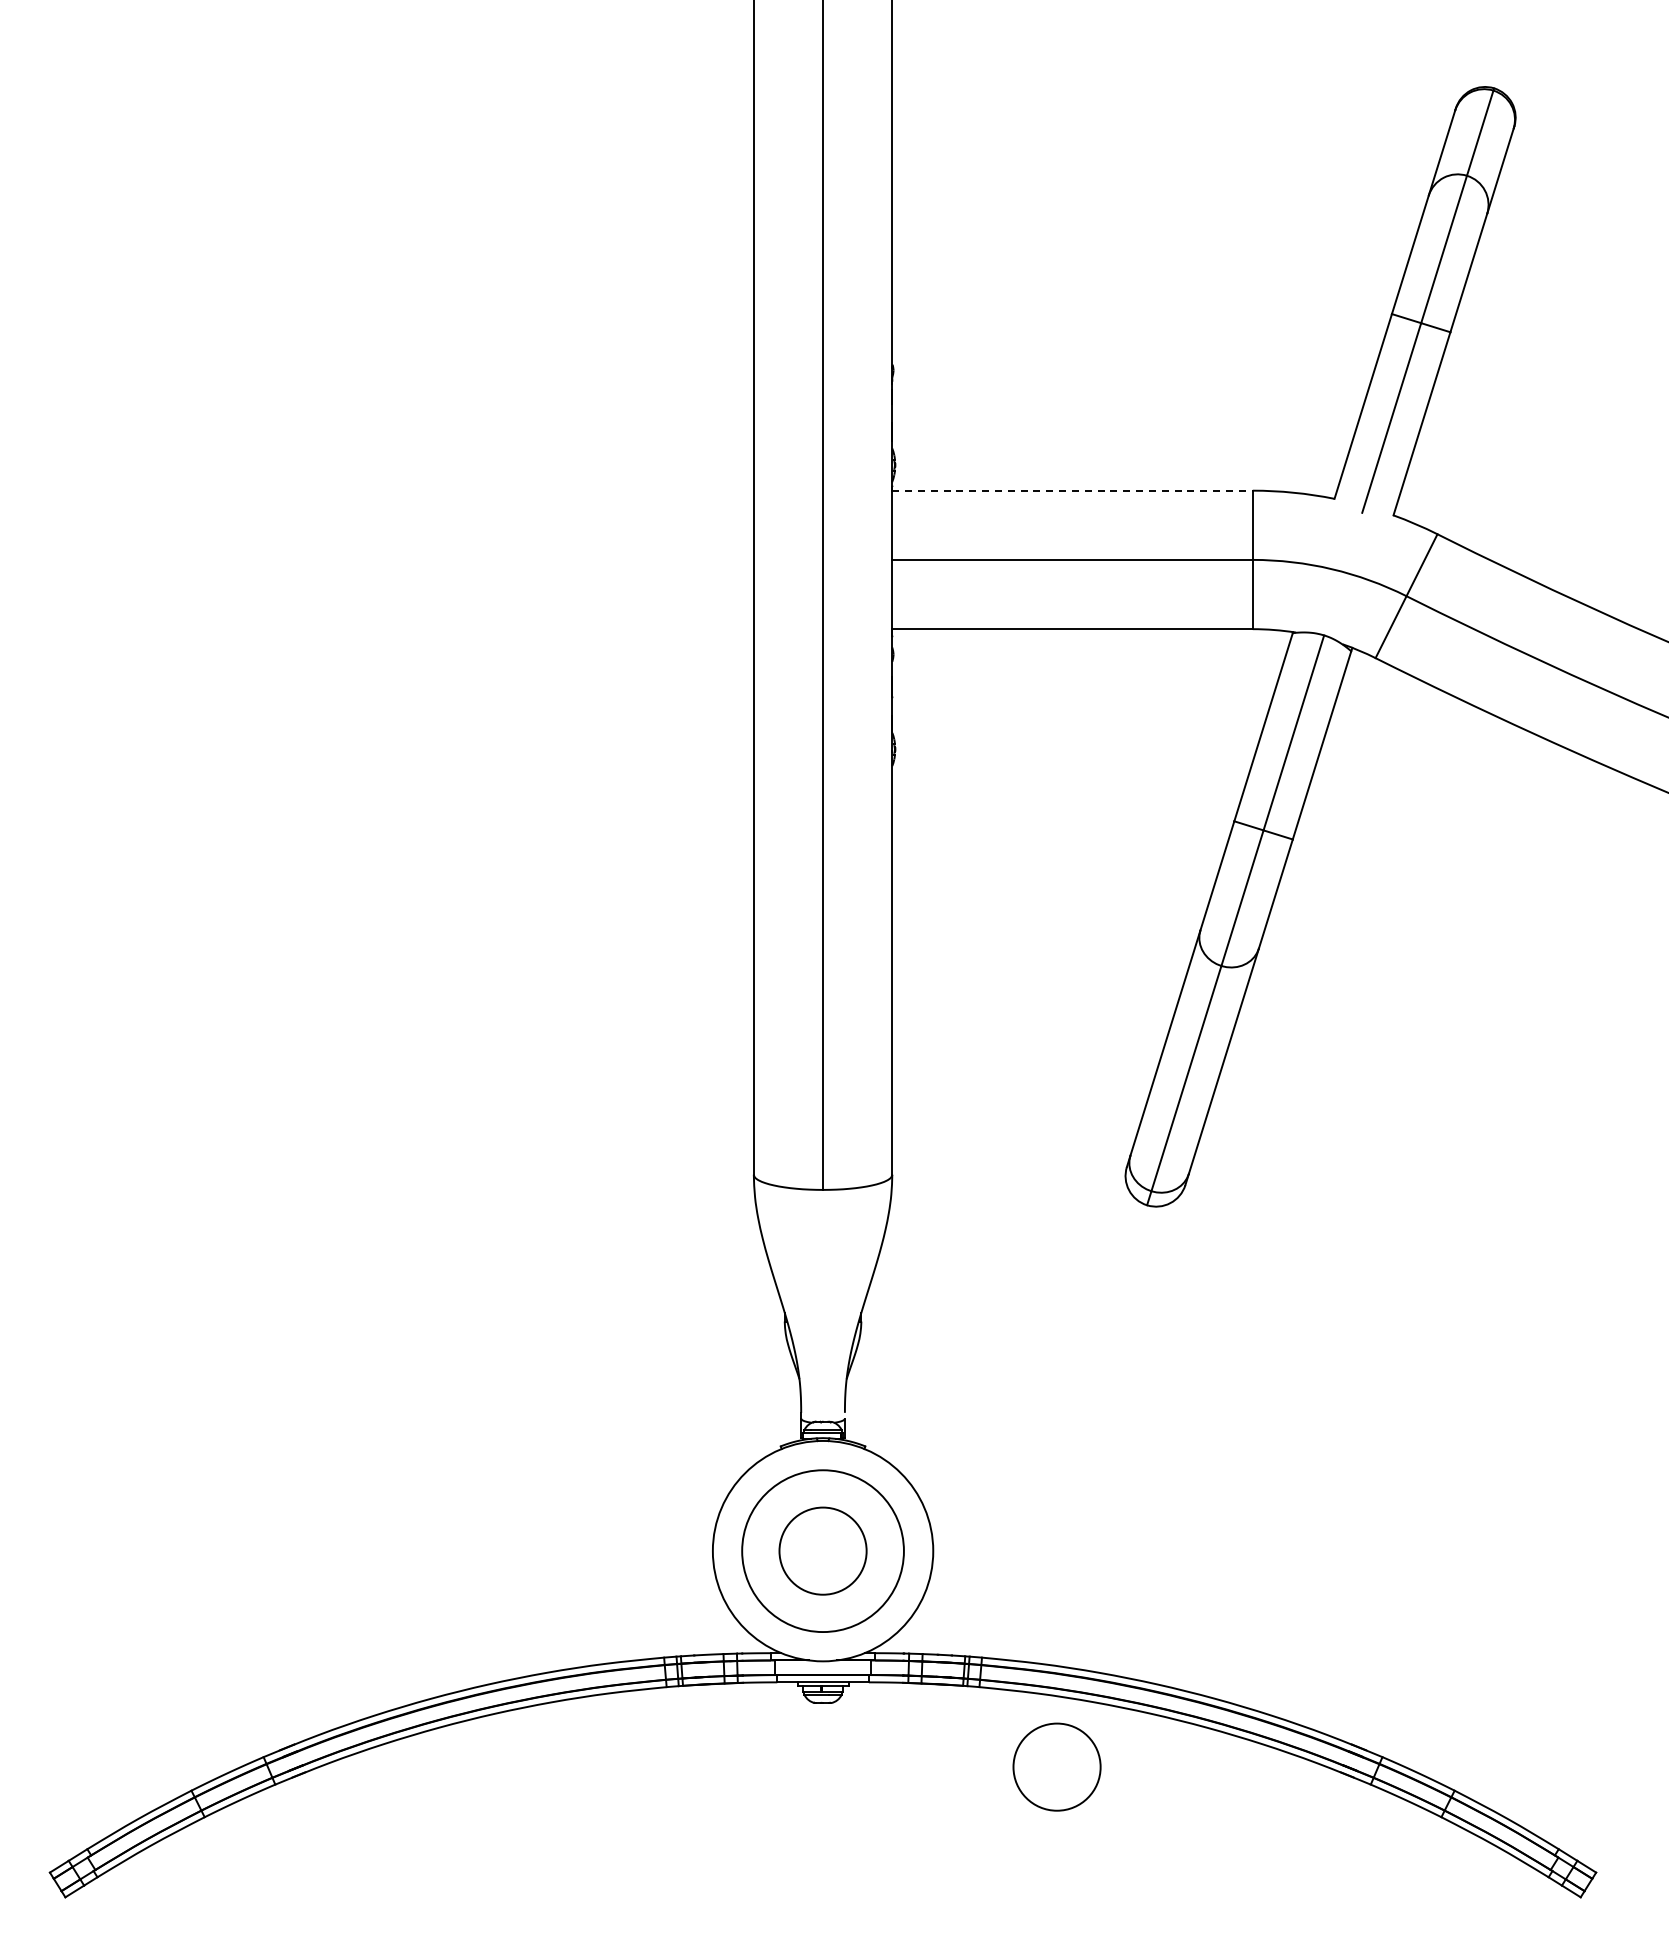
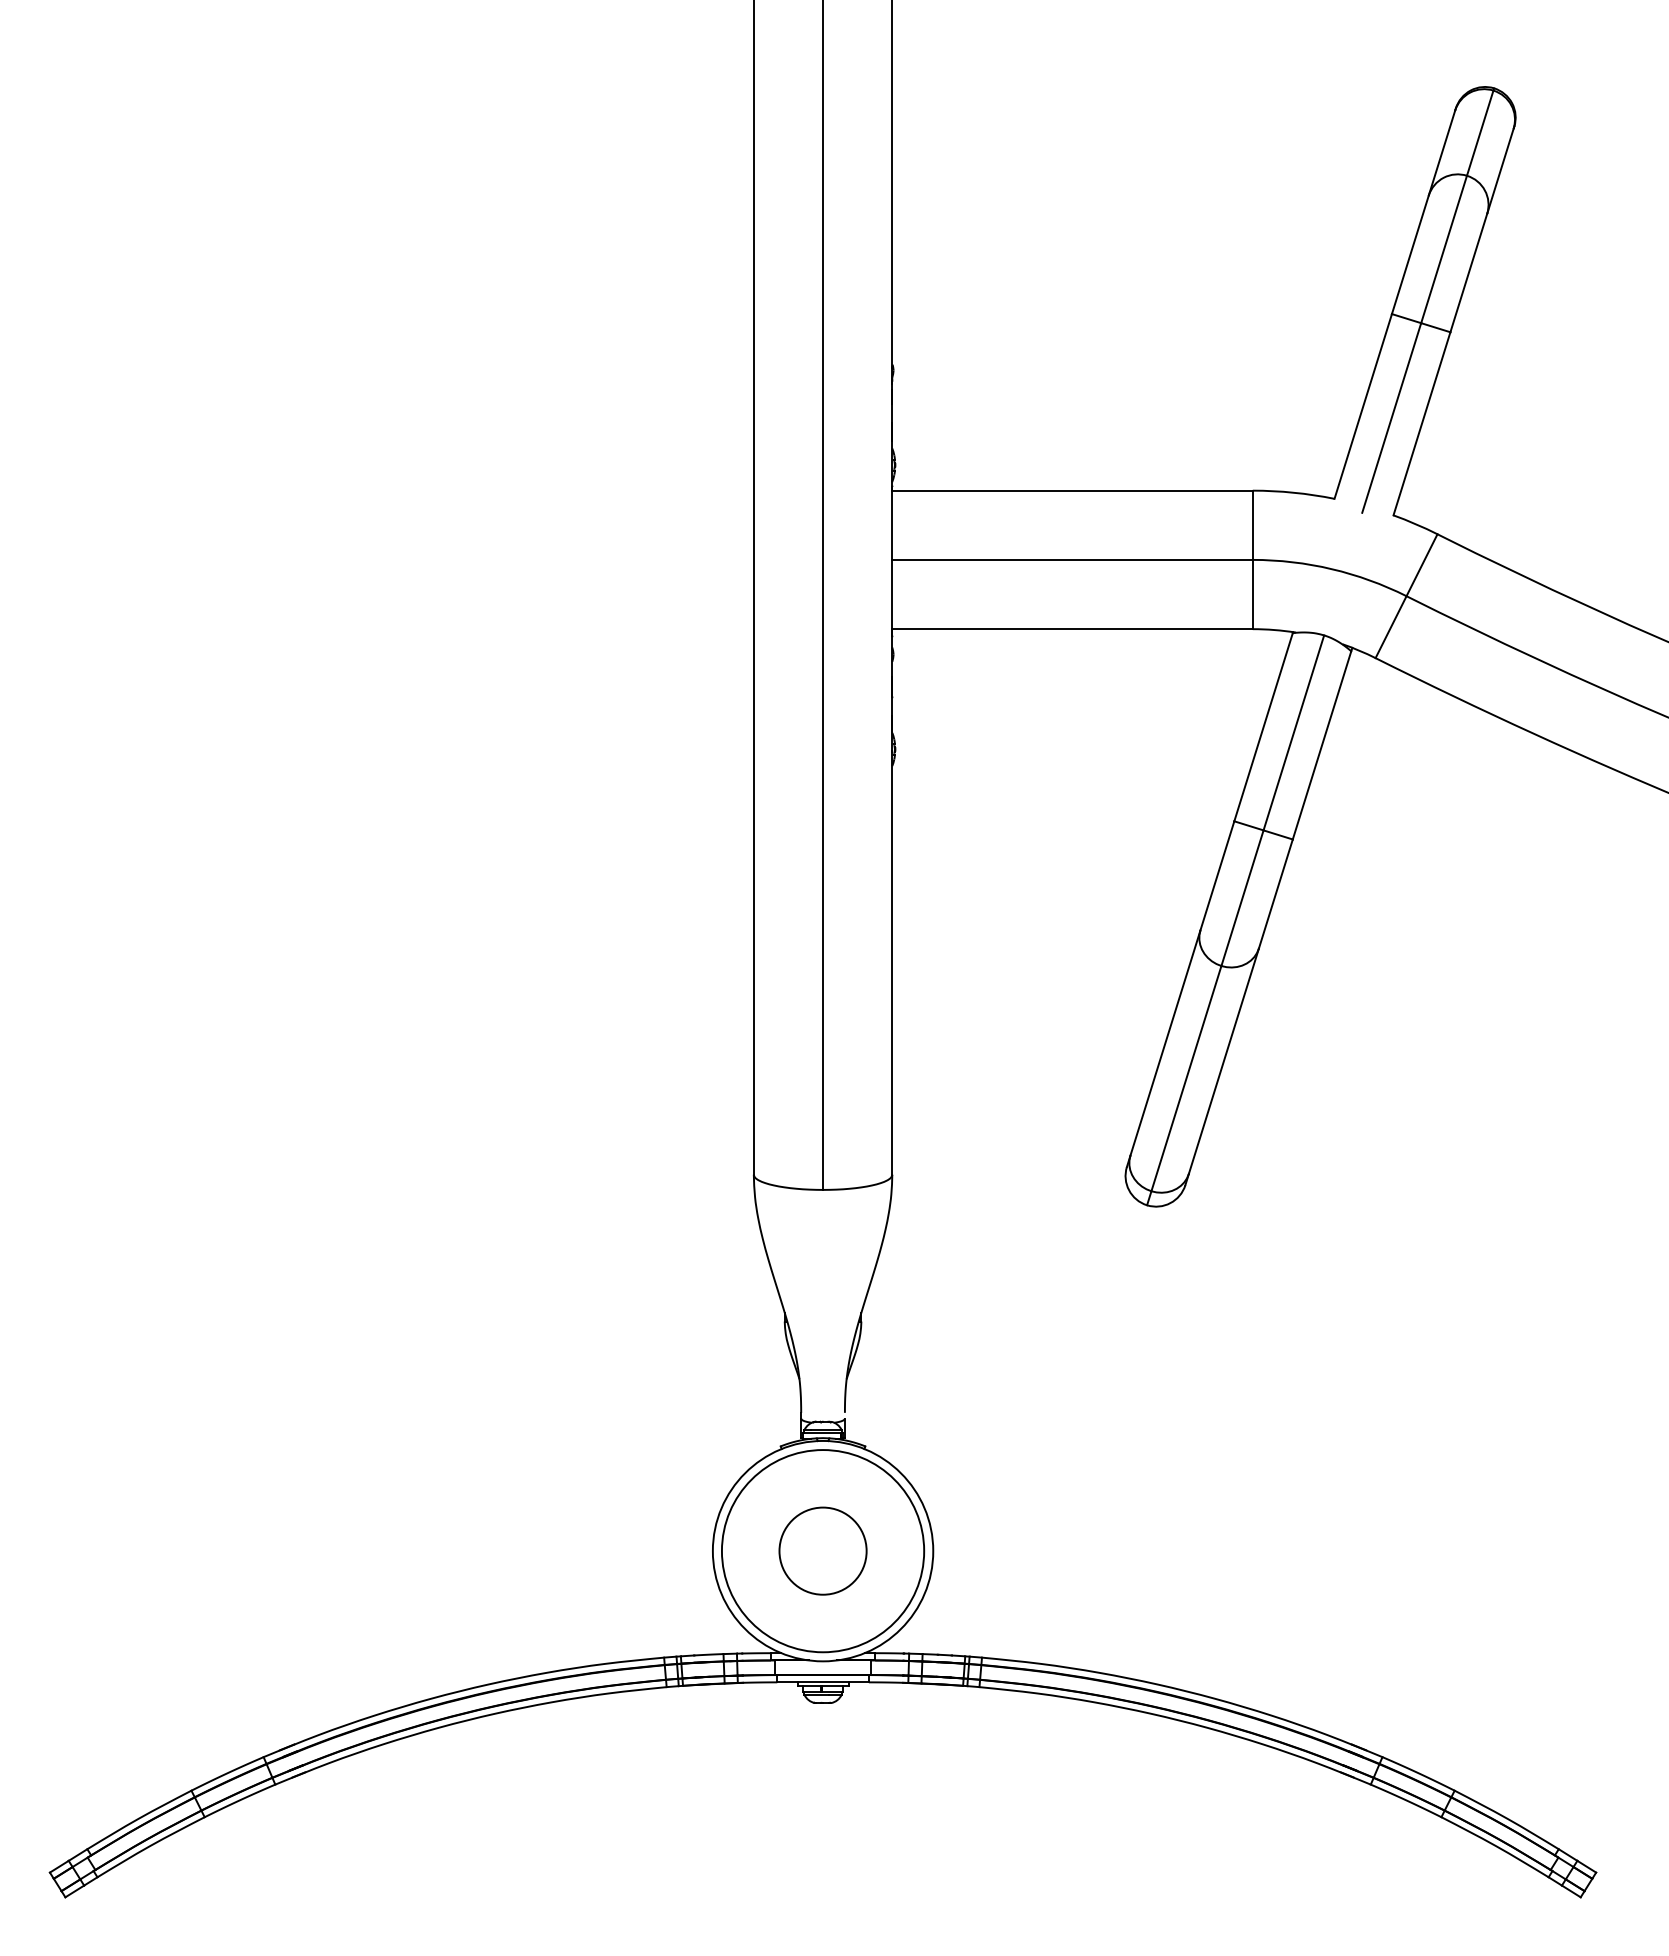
line at (1073, 490): dashed -> solid
circle at (822, 1551) diameter: 162 px -> 202 px
circle at (1056, 1766): present -> none
